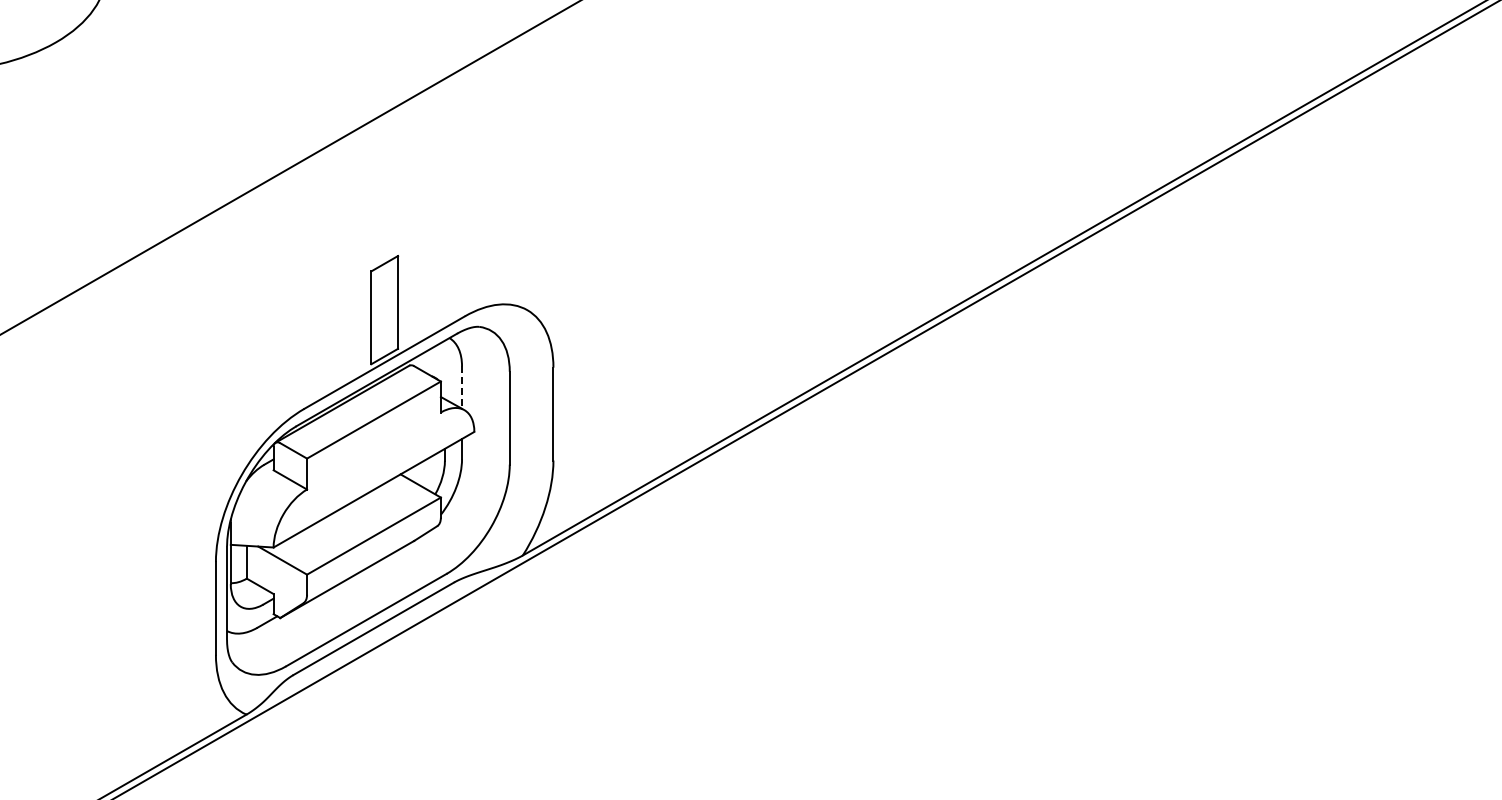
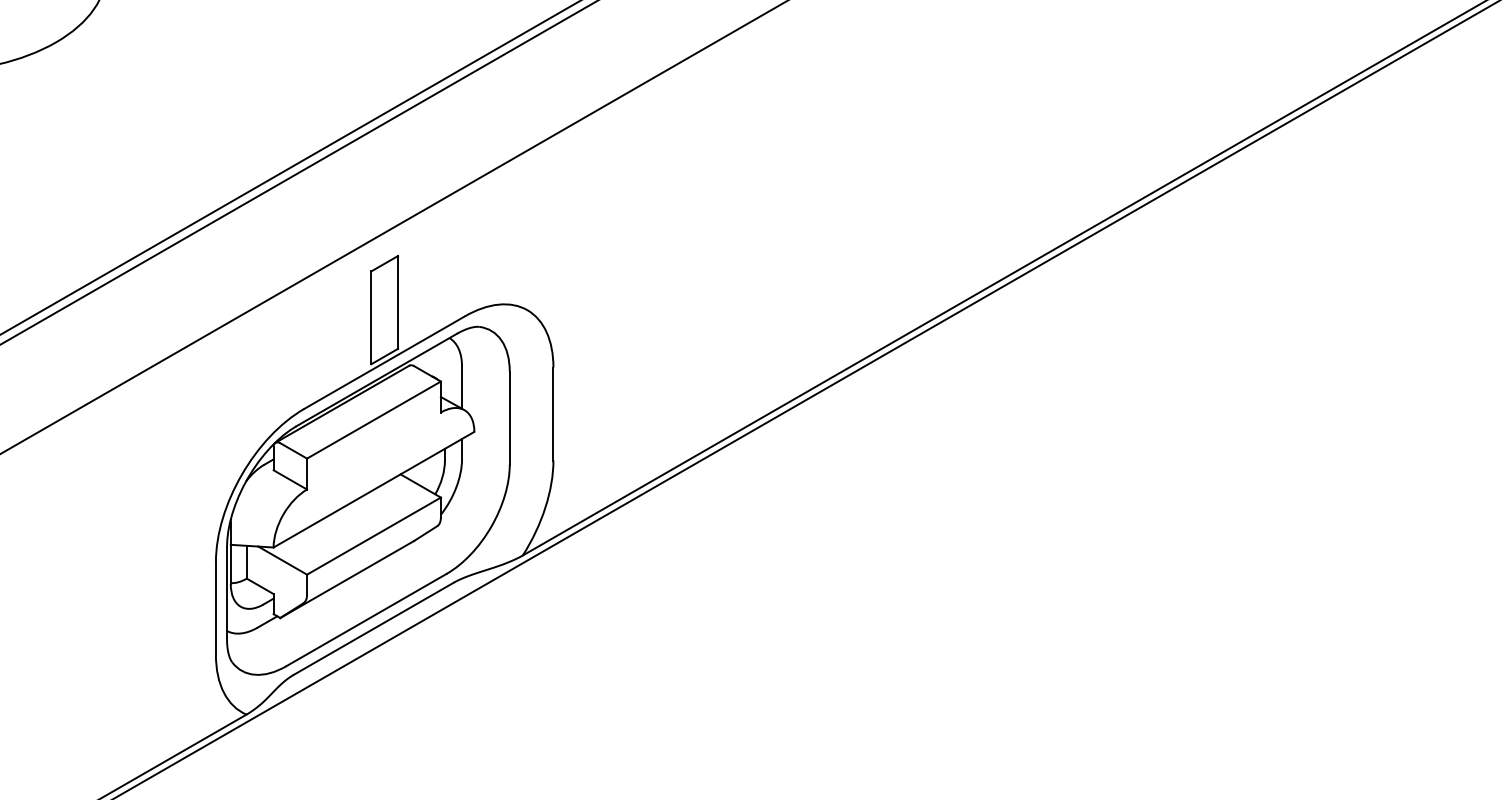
line at (298, 172): none -> present
line at (393, 227): none -> present
line at (462, 388): dashed -> solid
